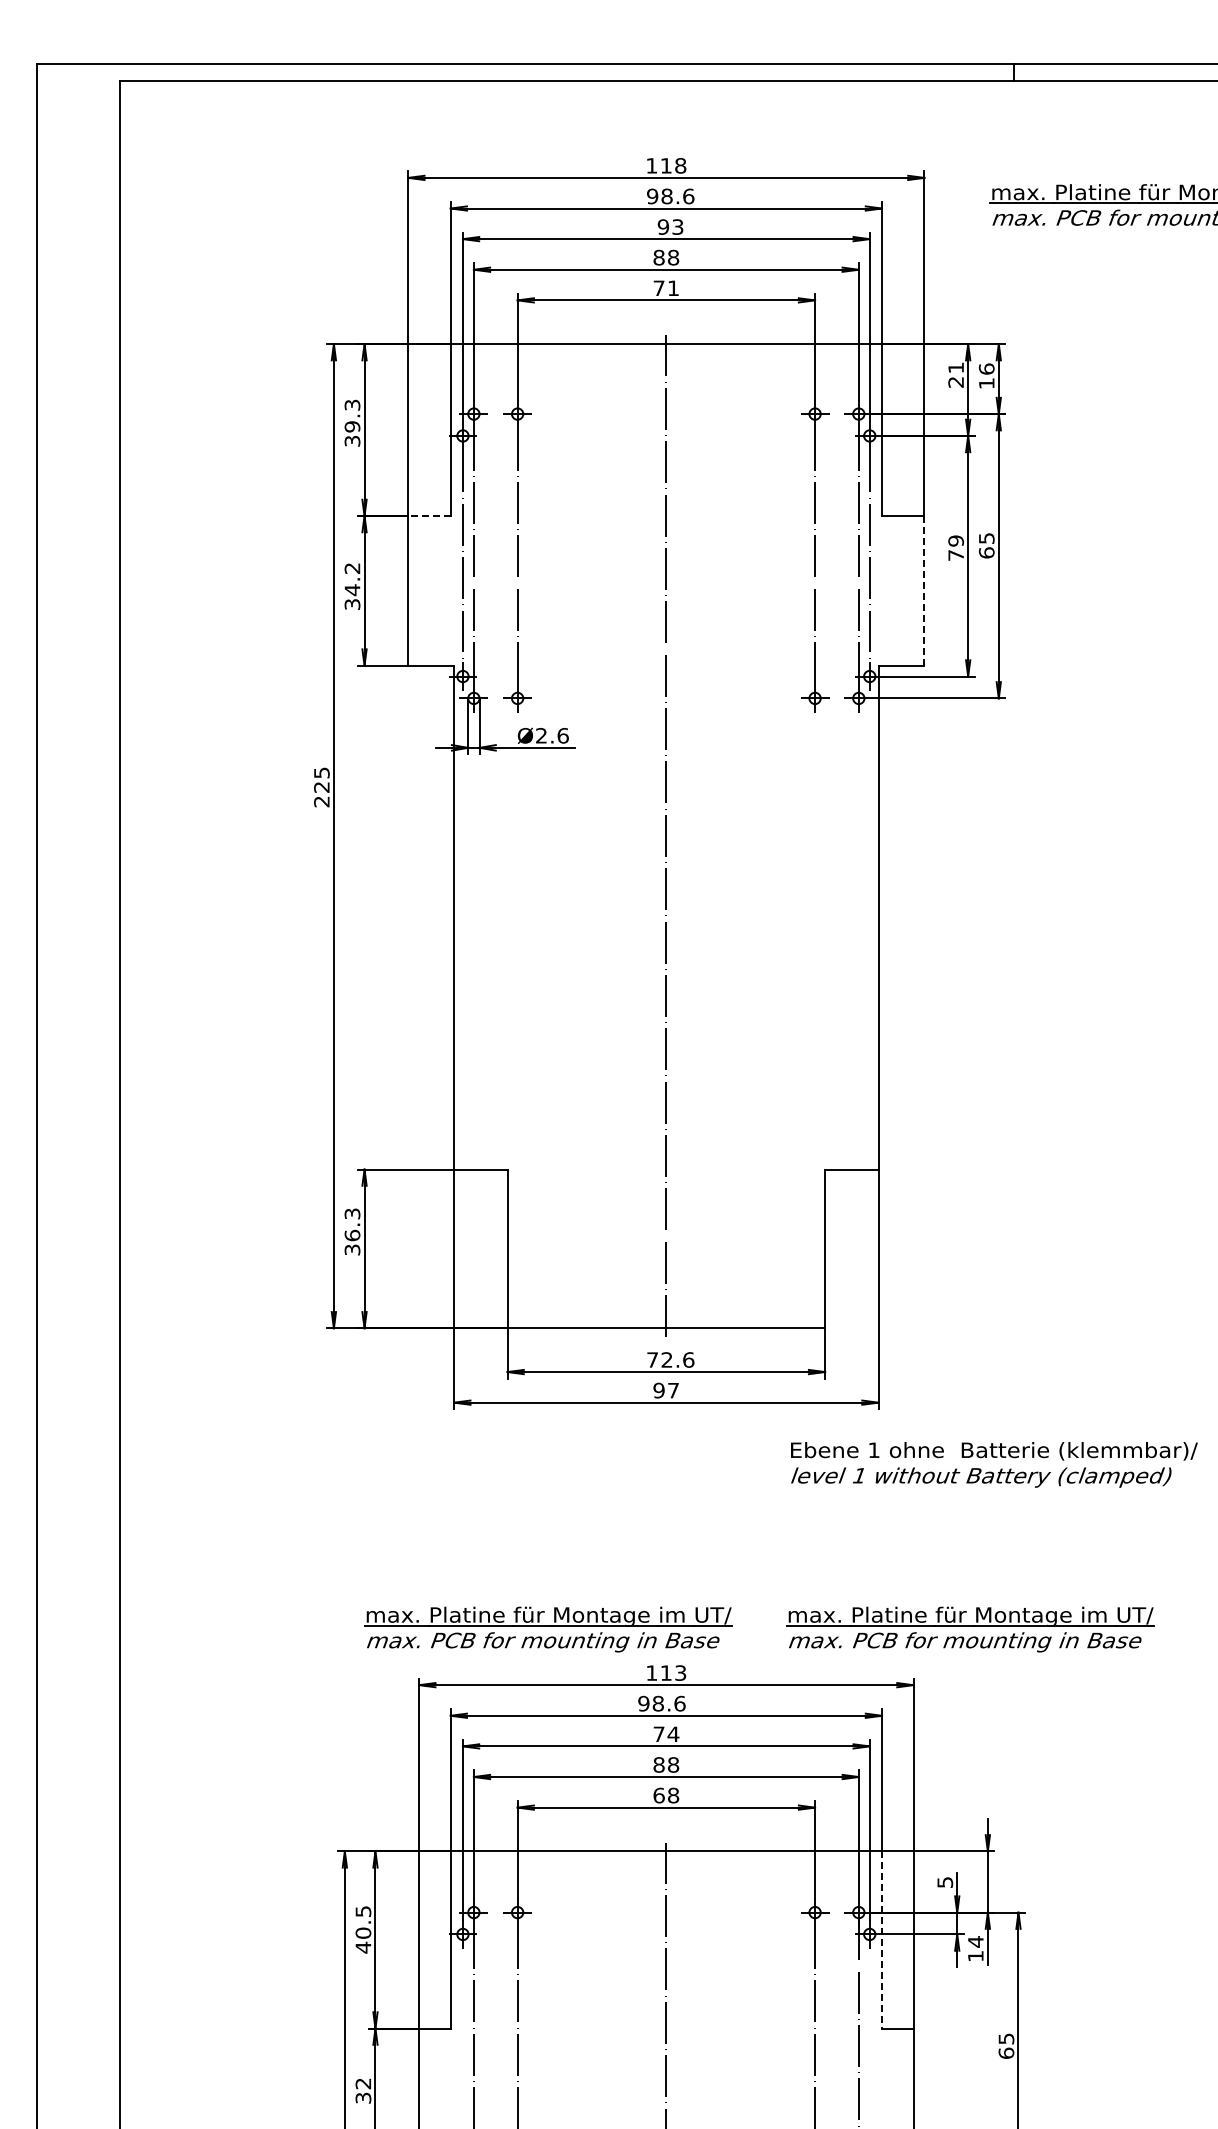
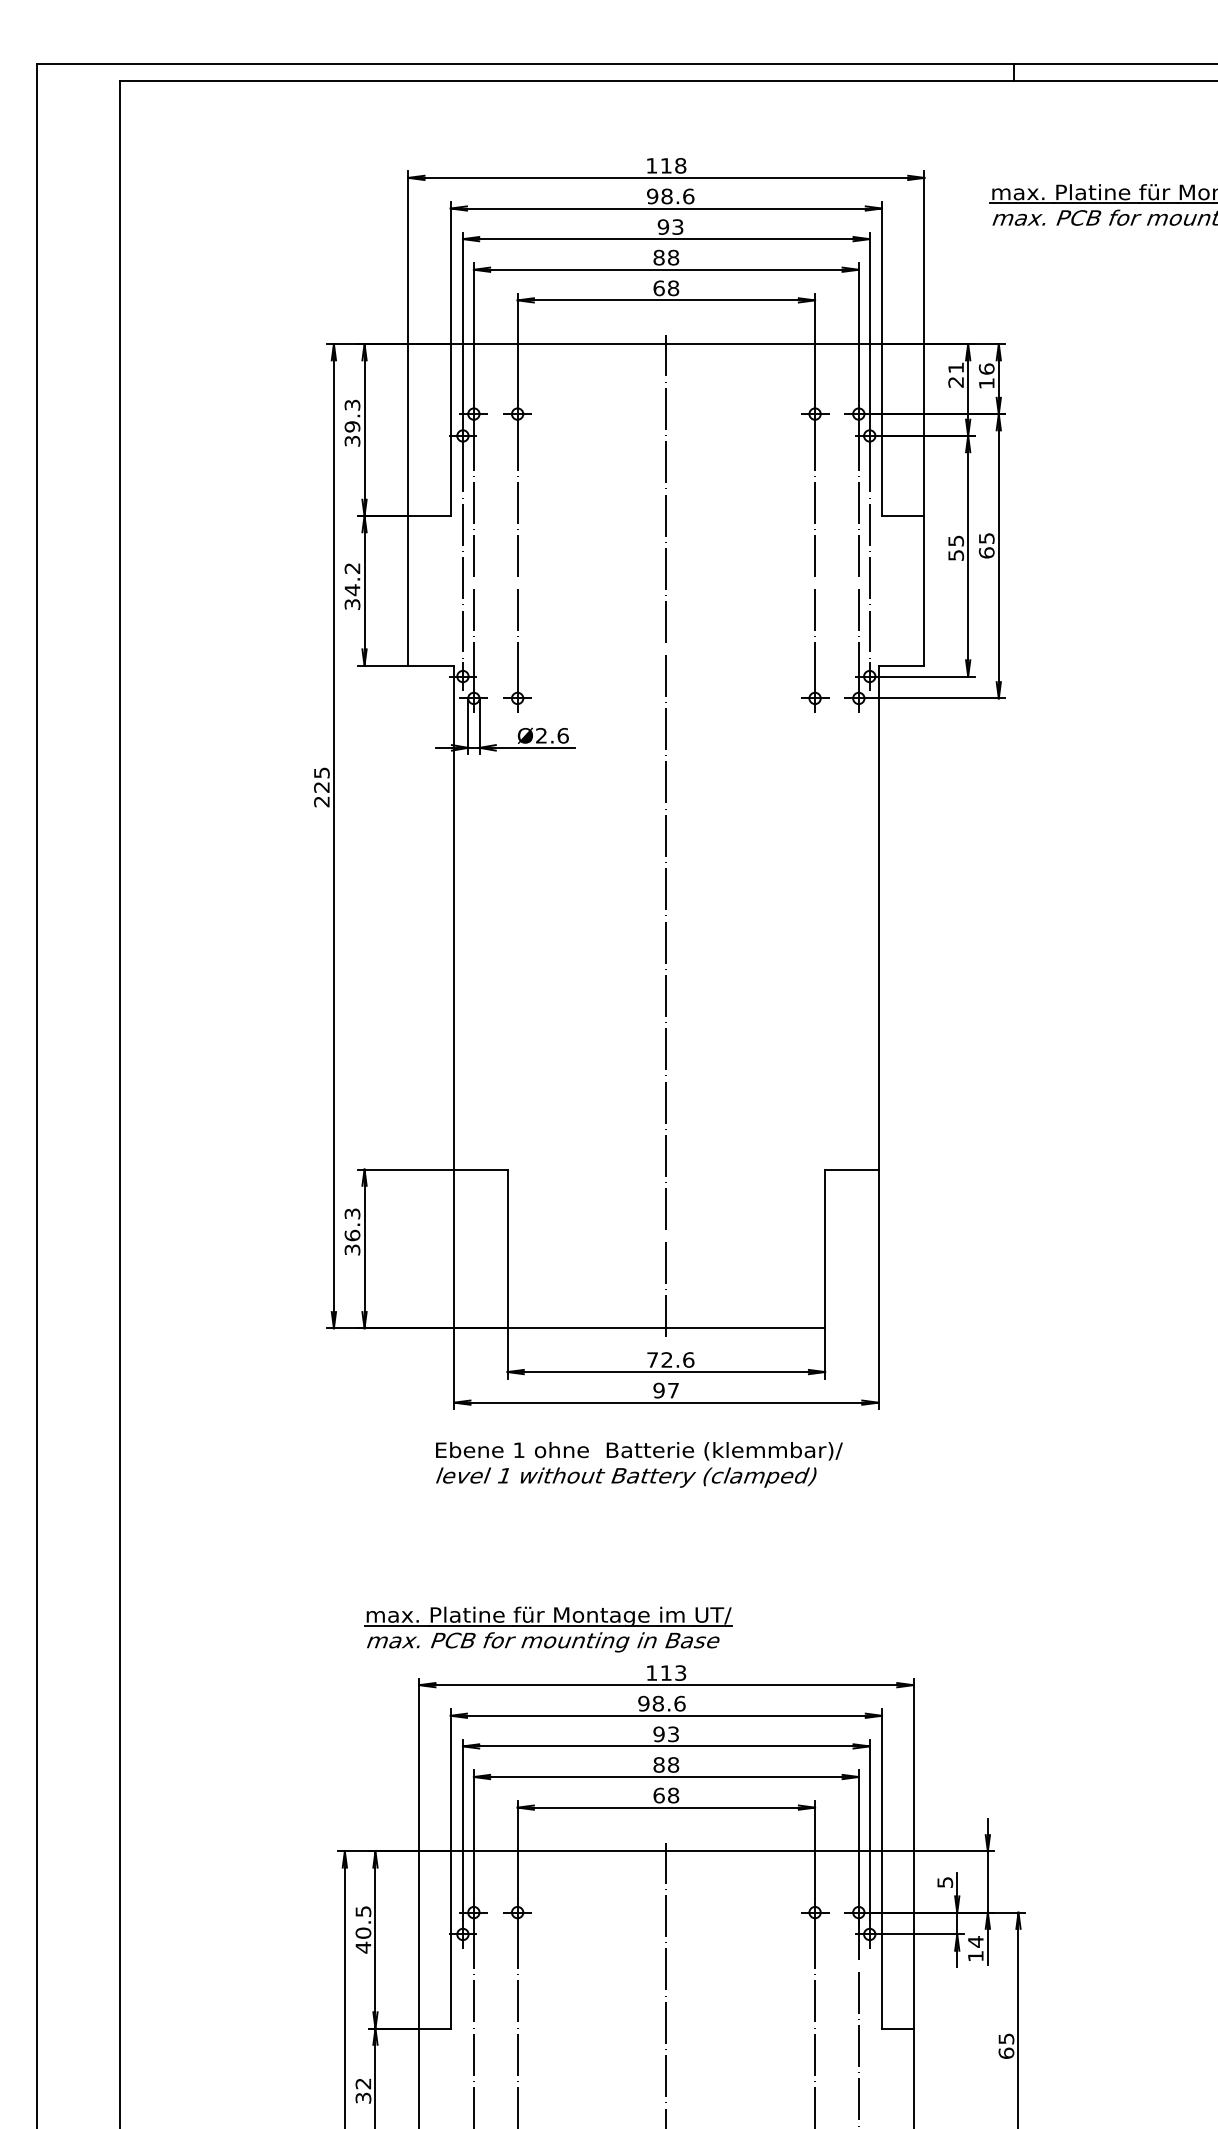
text at (666, 288): 71 -> 68
line at (429, 516): dashed -> solid
text at (956, 547): 79 -> 55
line at (924, 590): dashed -> solid
text at (994, 1464) position: (994, 1464) -> (639, 1464)
part at (970, 1629): present -> none
text at (666, 1734): 74 -> 93
line at (882, 1939): dashed -> solid
